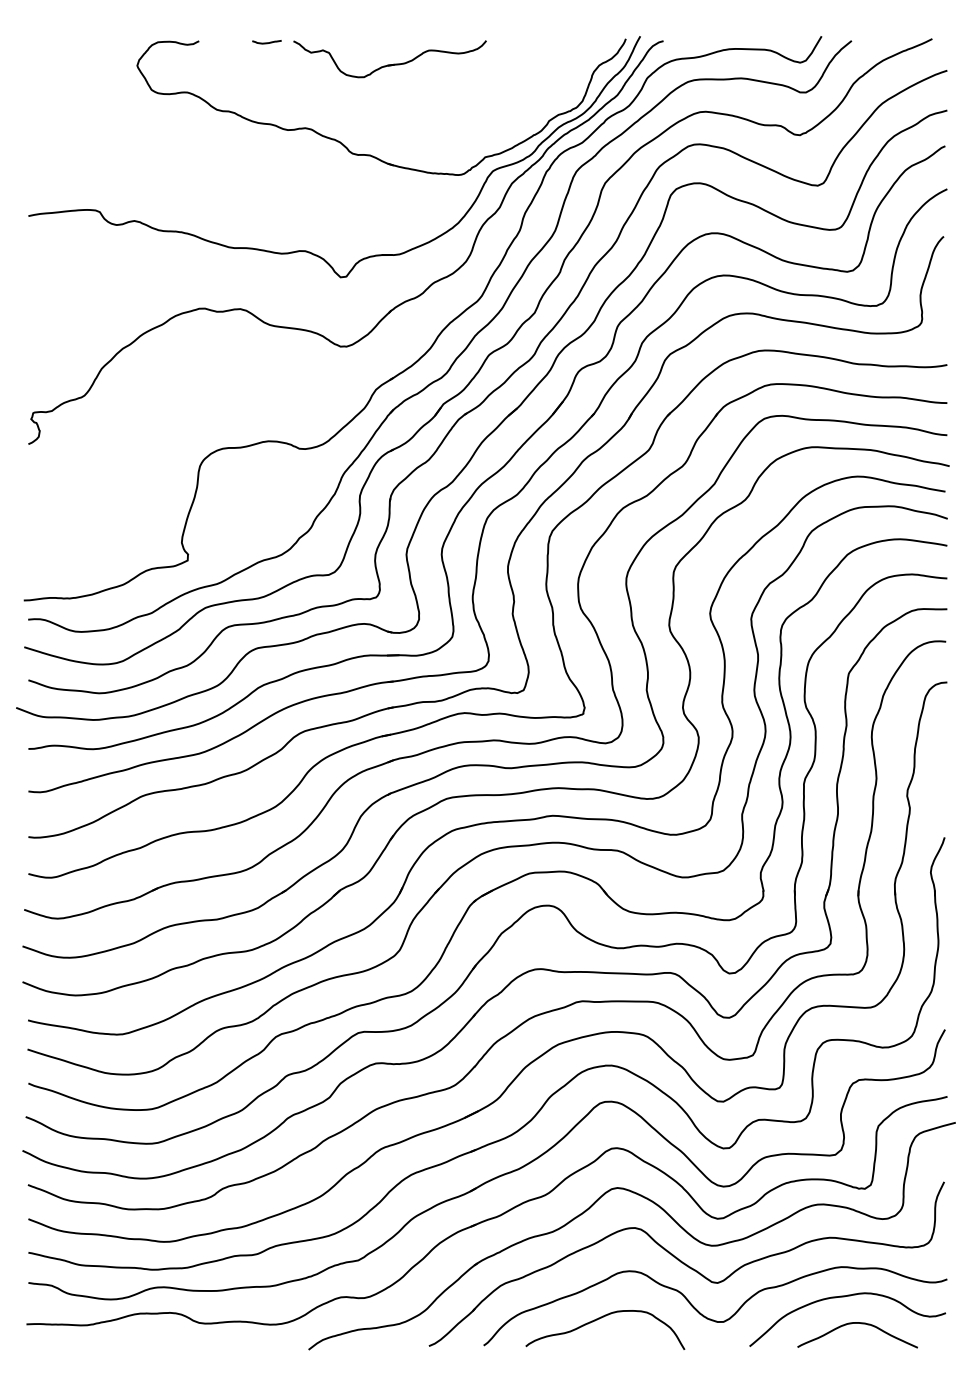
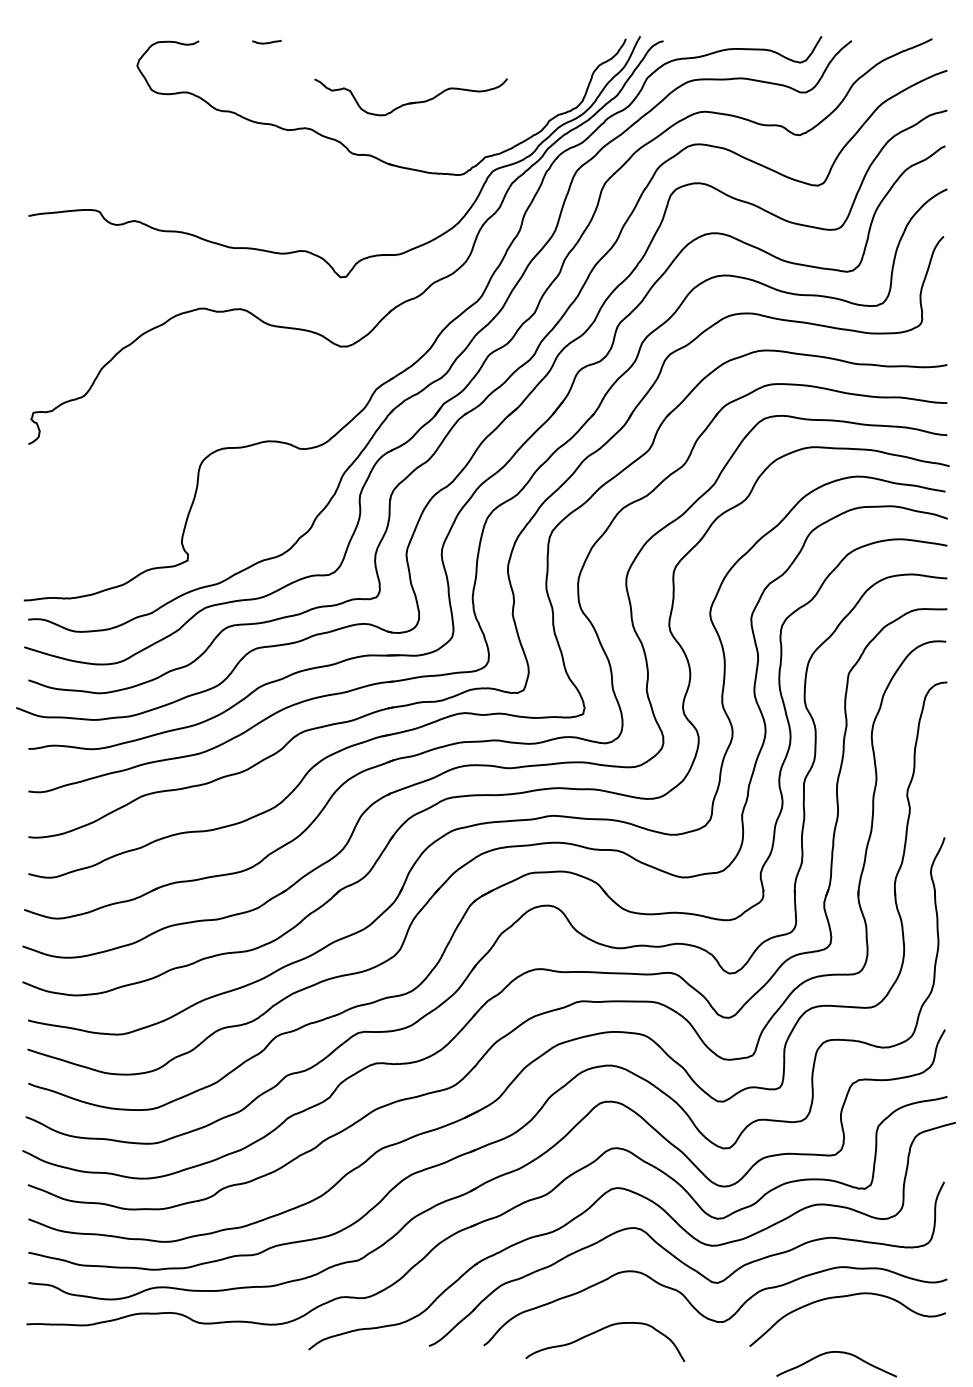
part at (389, 59) position: (389, 59) -> (410, 97)
curve at (599, 1319) position: (599, 1319) -> (599, 1331)
curve at (861, 1324) position: (861, 1324) -> (840, 1353)
